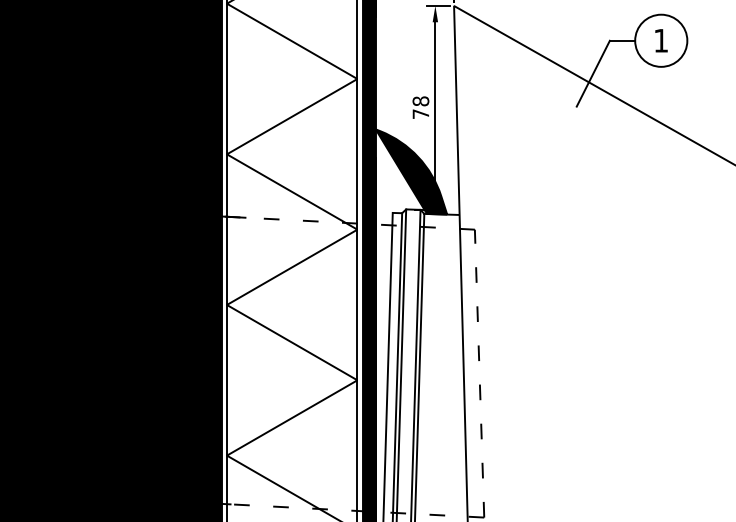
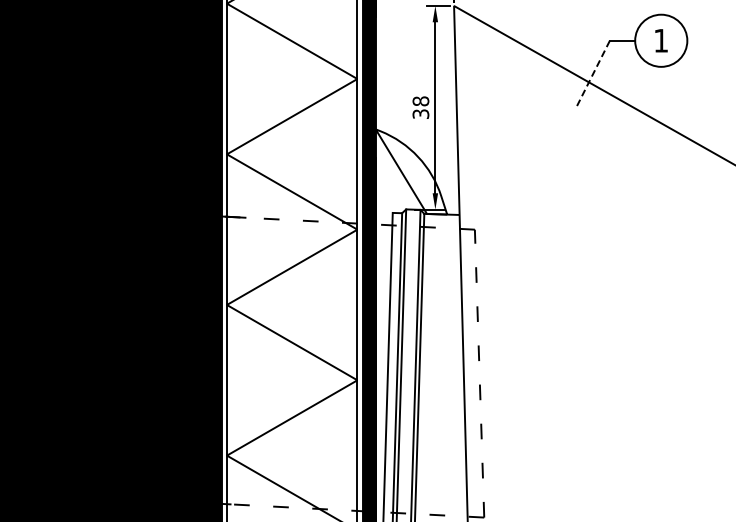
line at (593, 73): solid -> dashed
text at (420, 113): 78 -> 38
fill at (411, 171): present -> none
